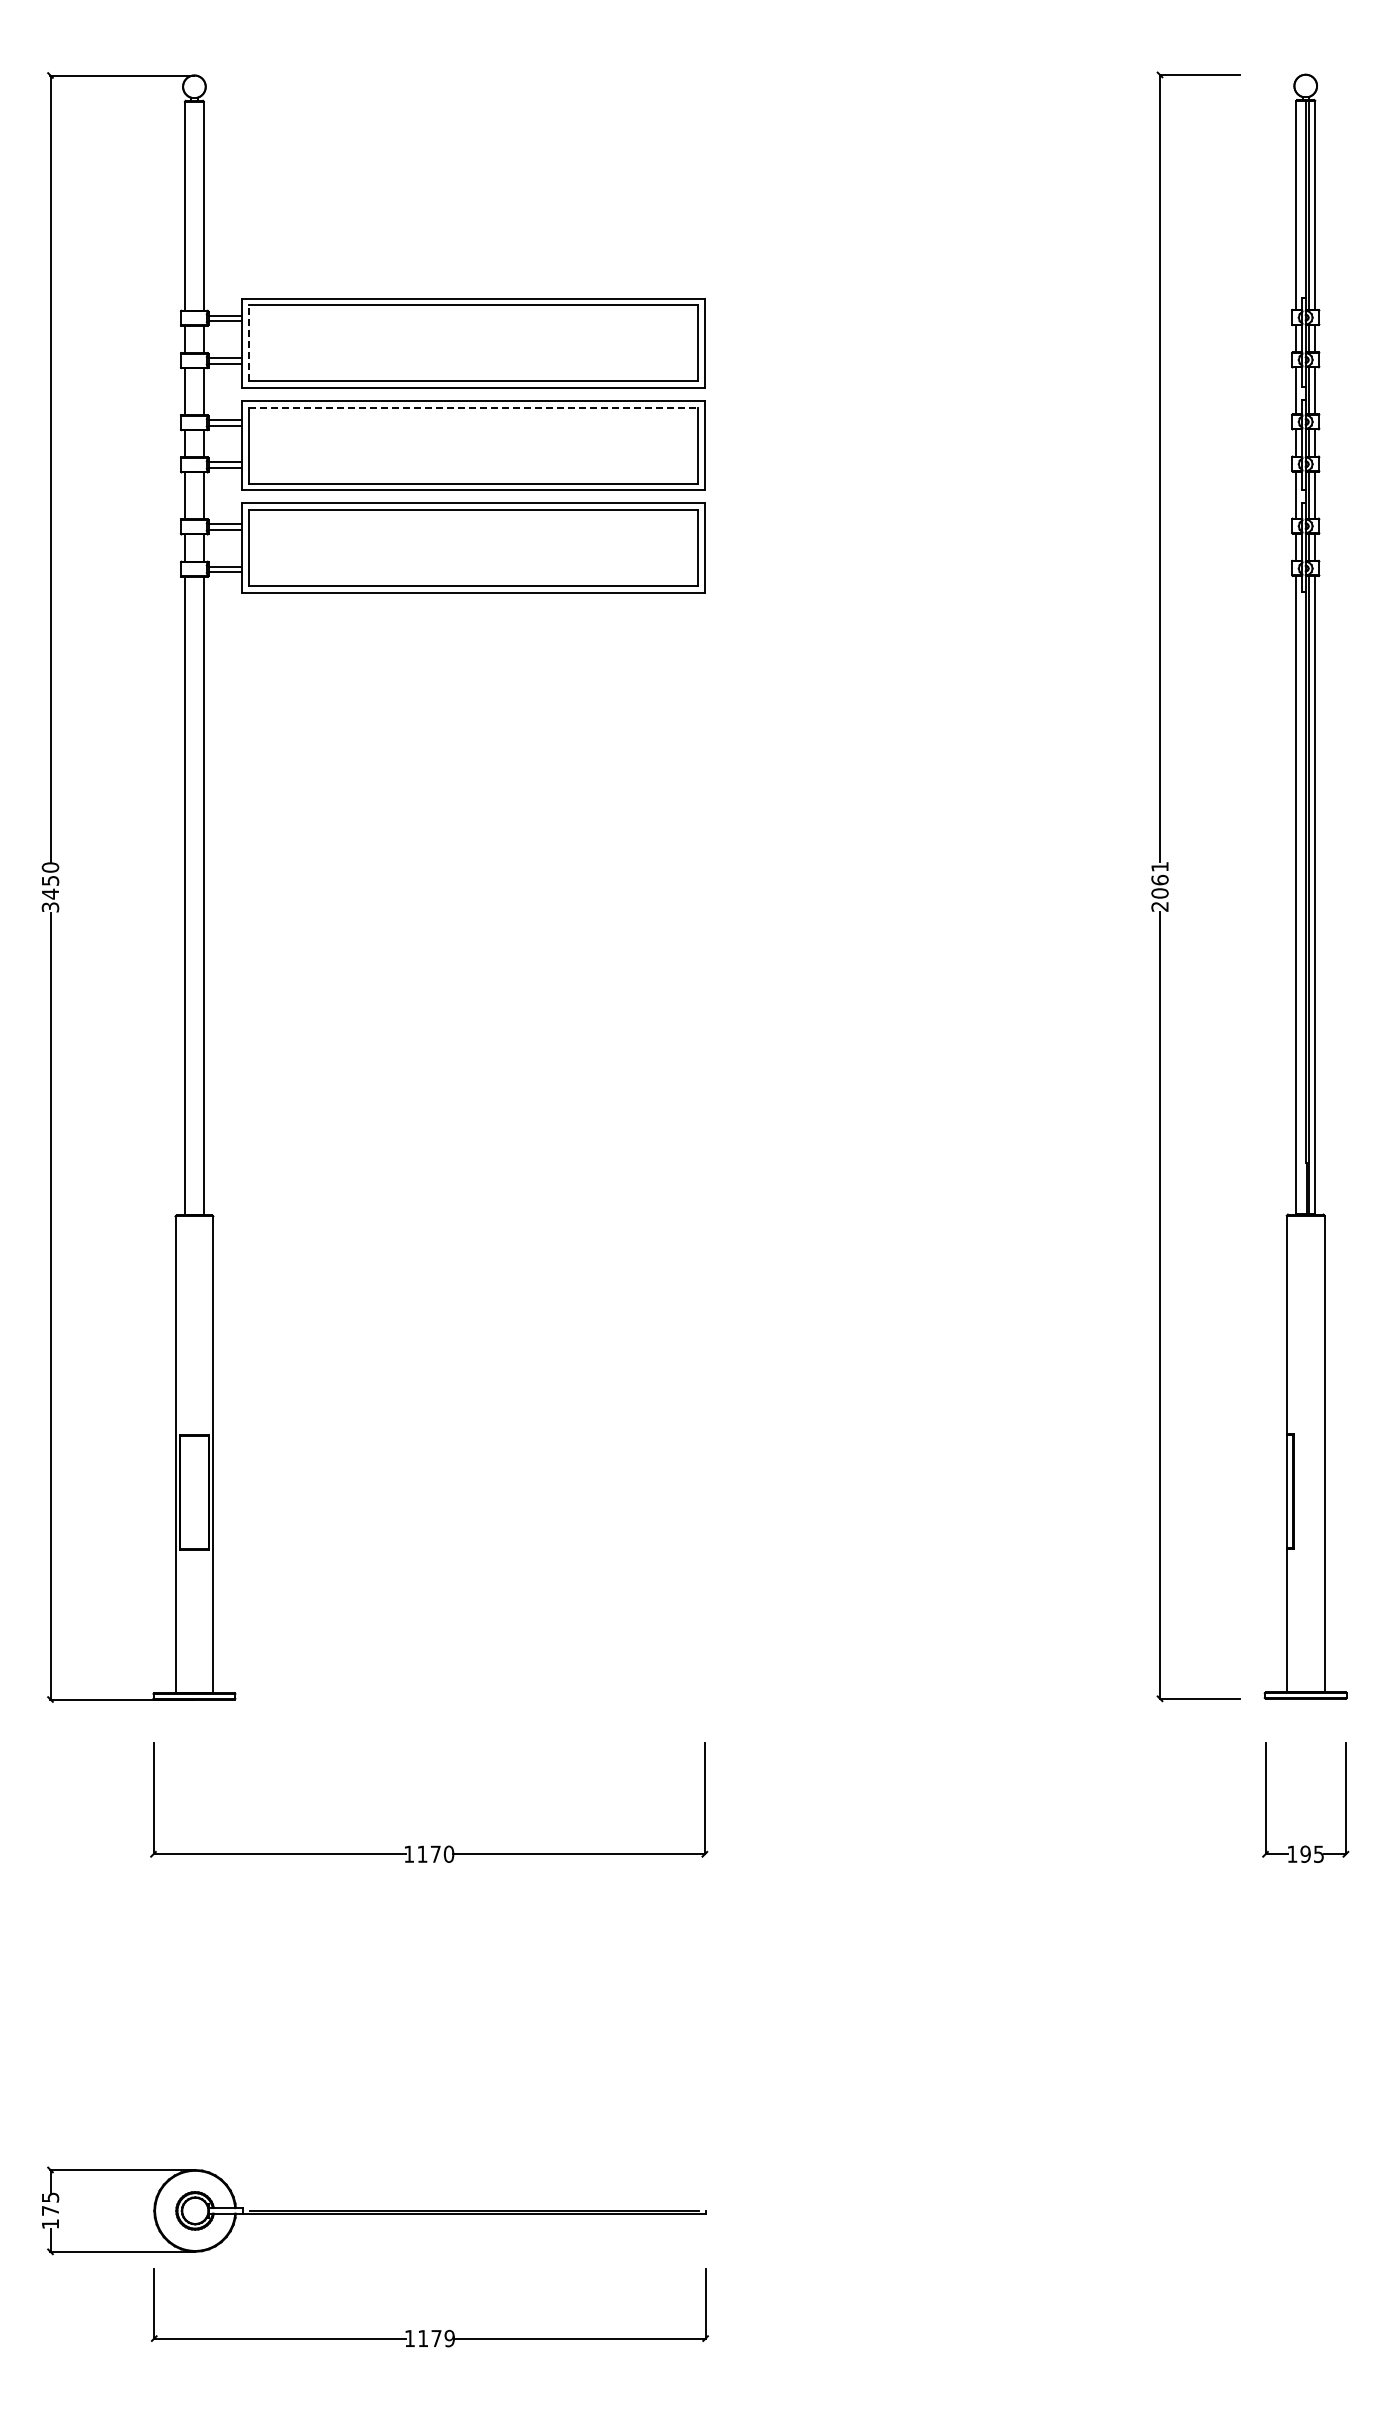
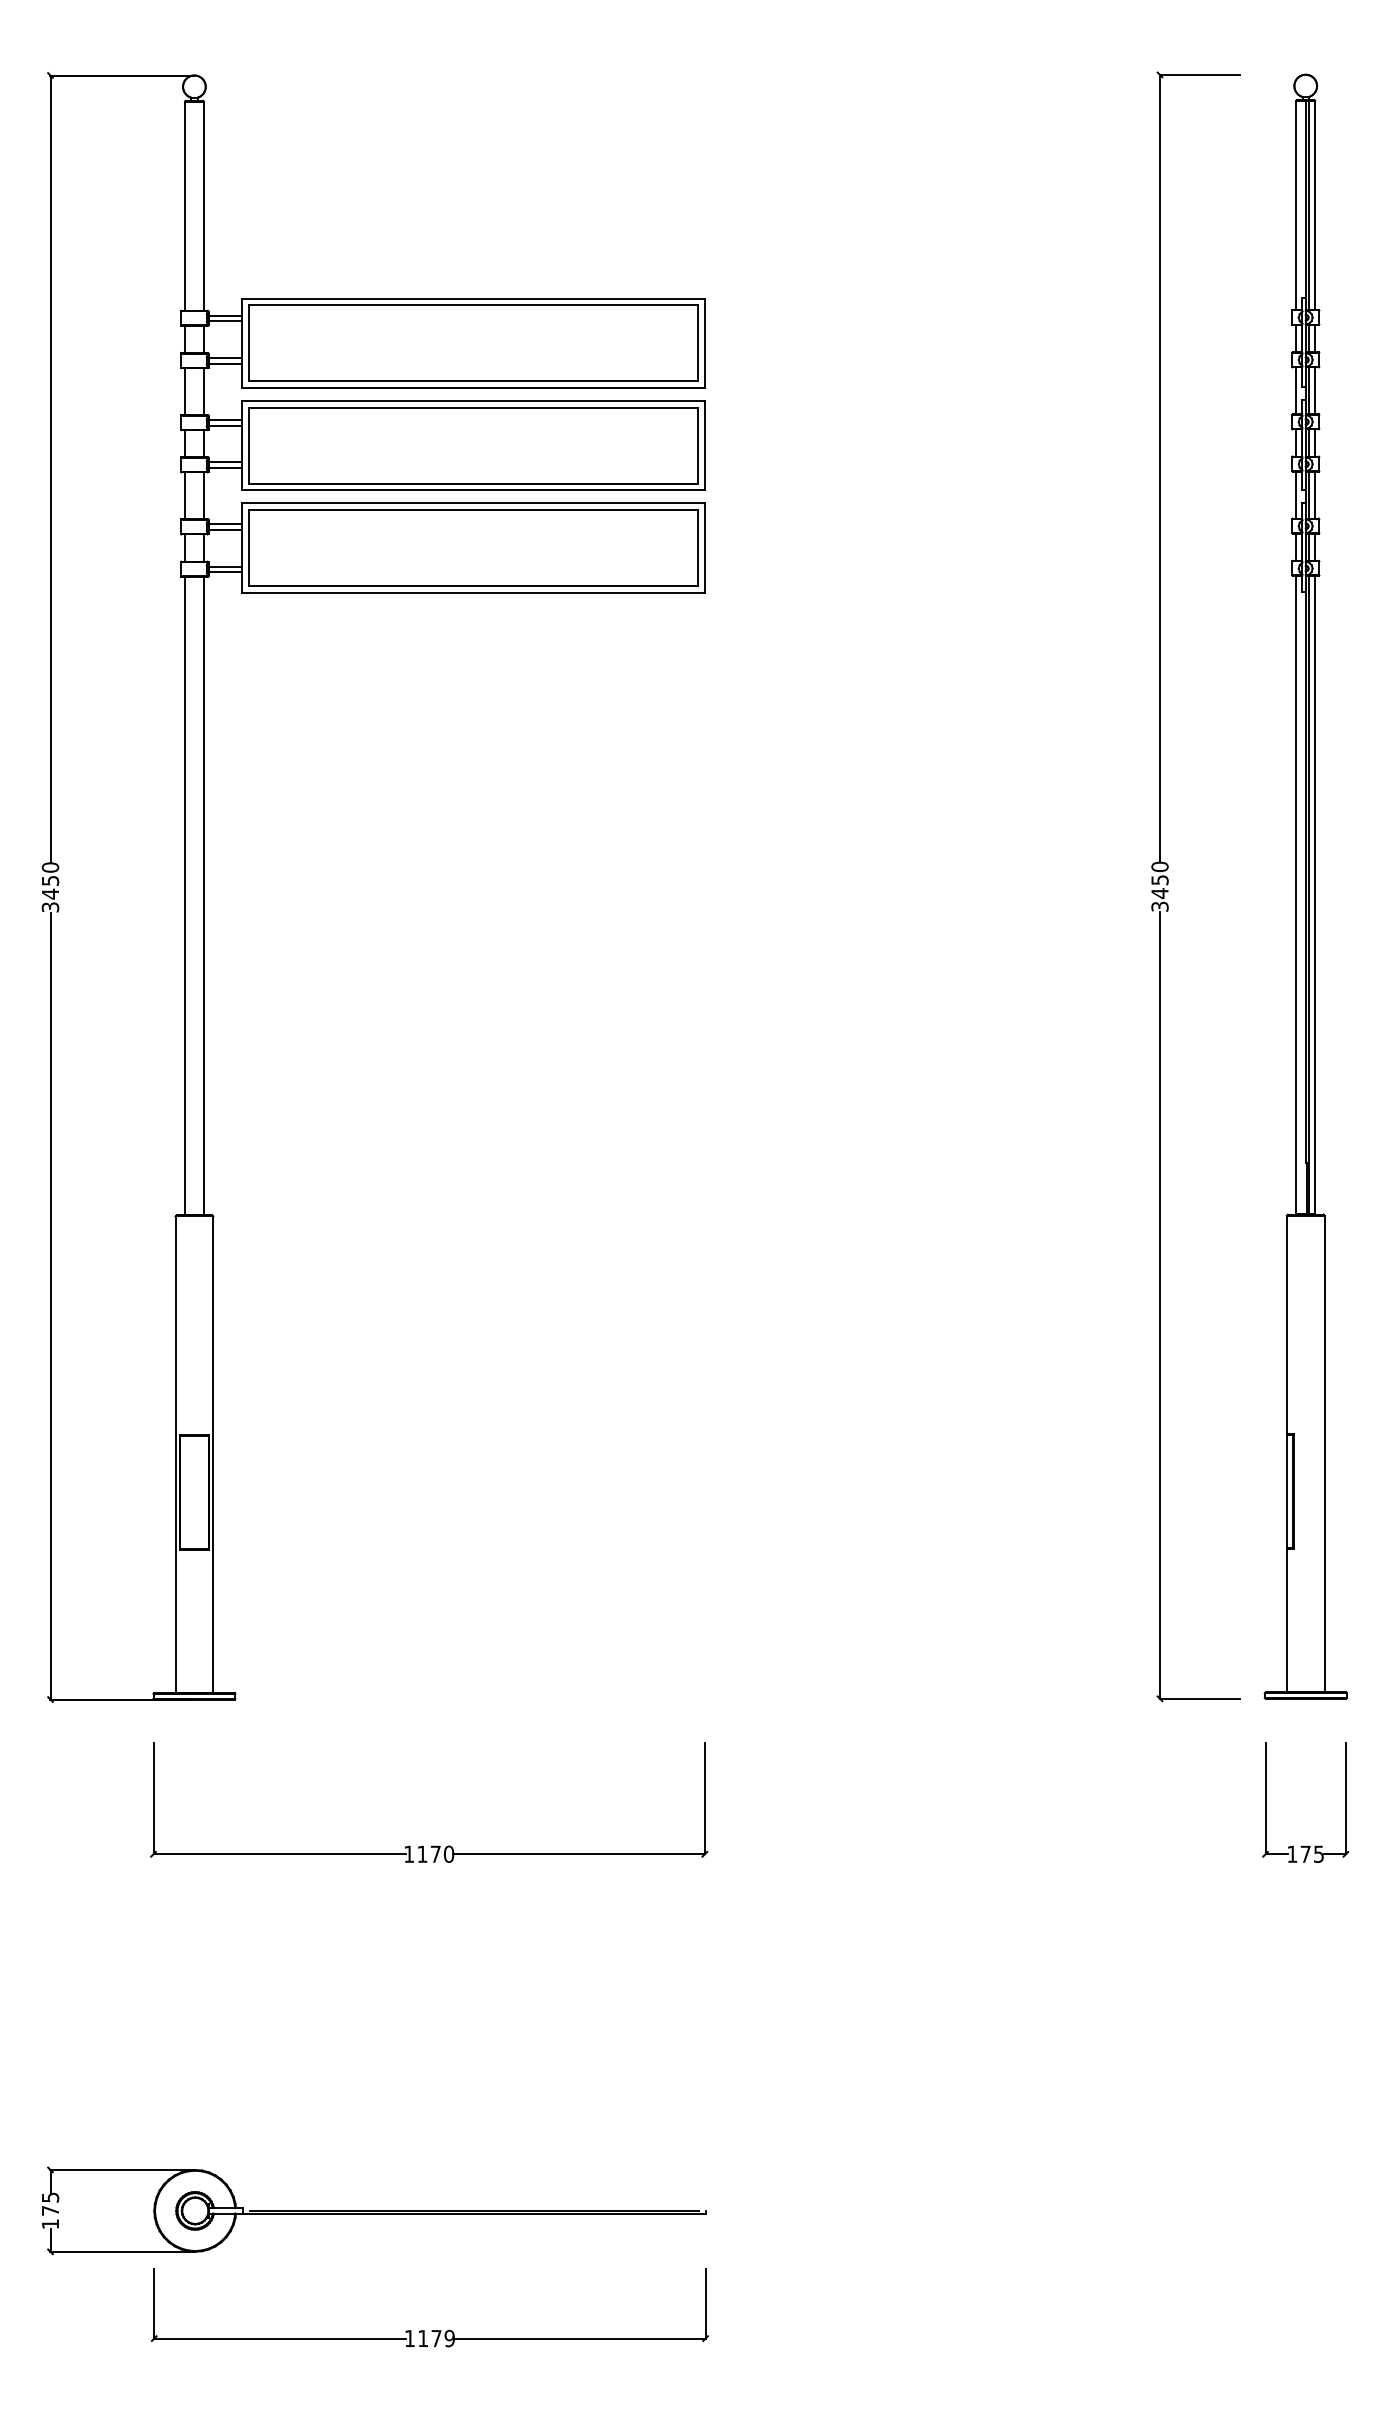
line at (248, 343): dashed -> solid
line at (473, 407): dashed -> solid
text at (1159, 886): 2061 -> 3450
text at (1305, 1853): 195 -> 175
